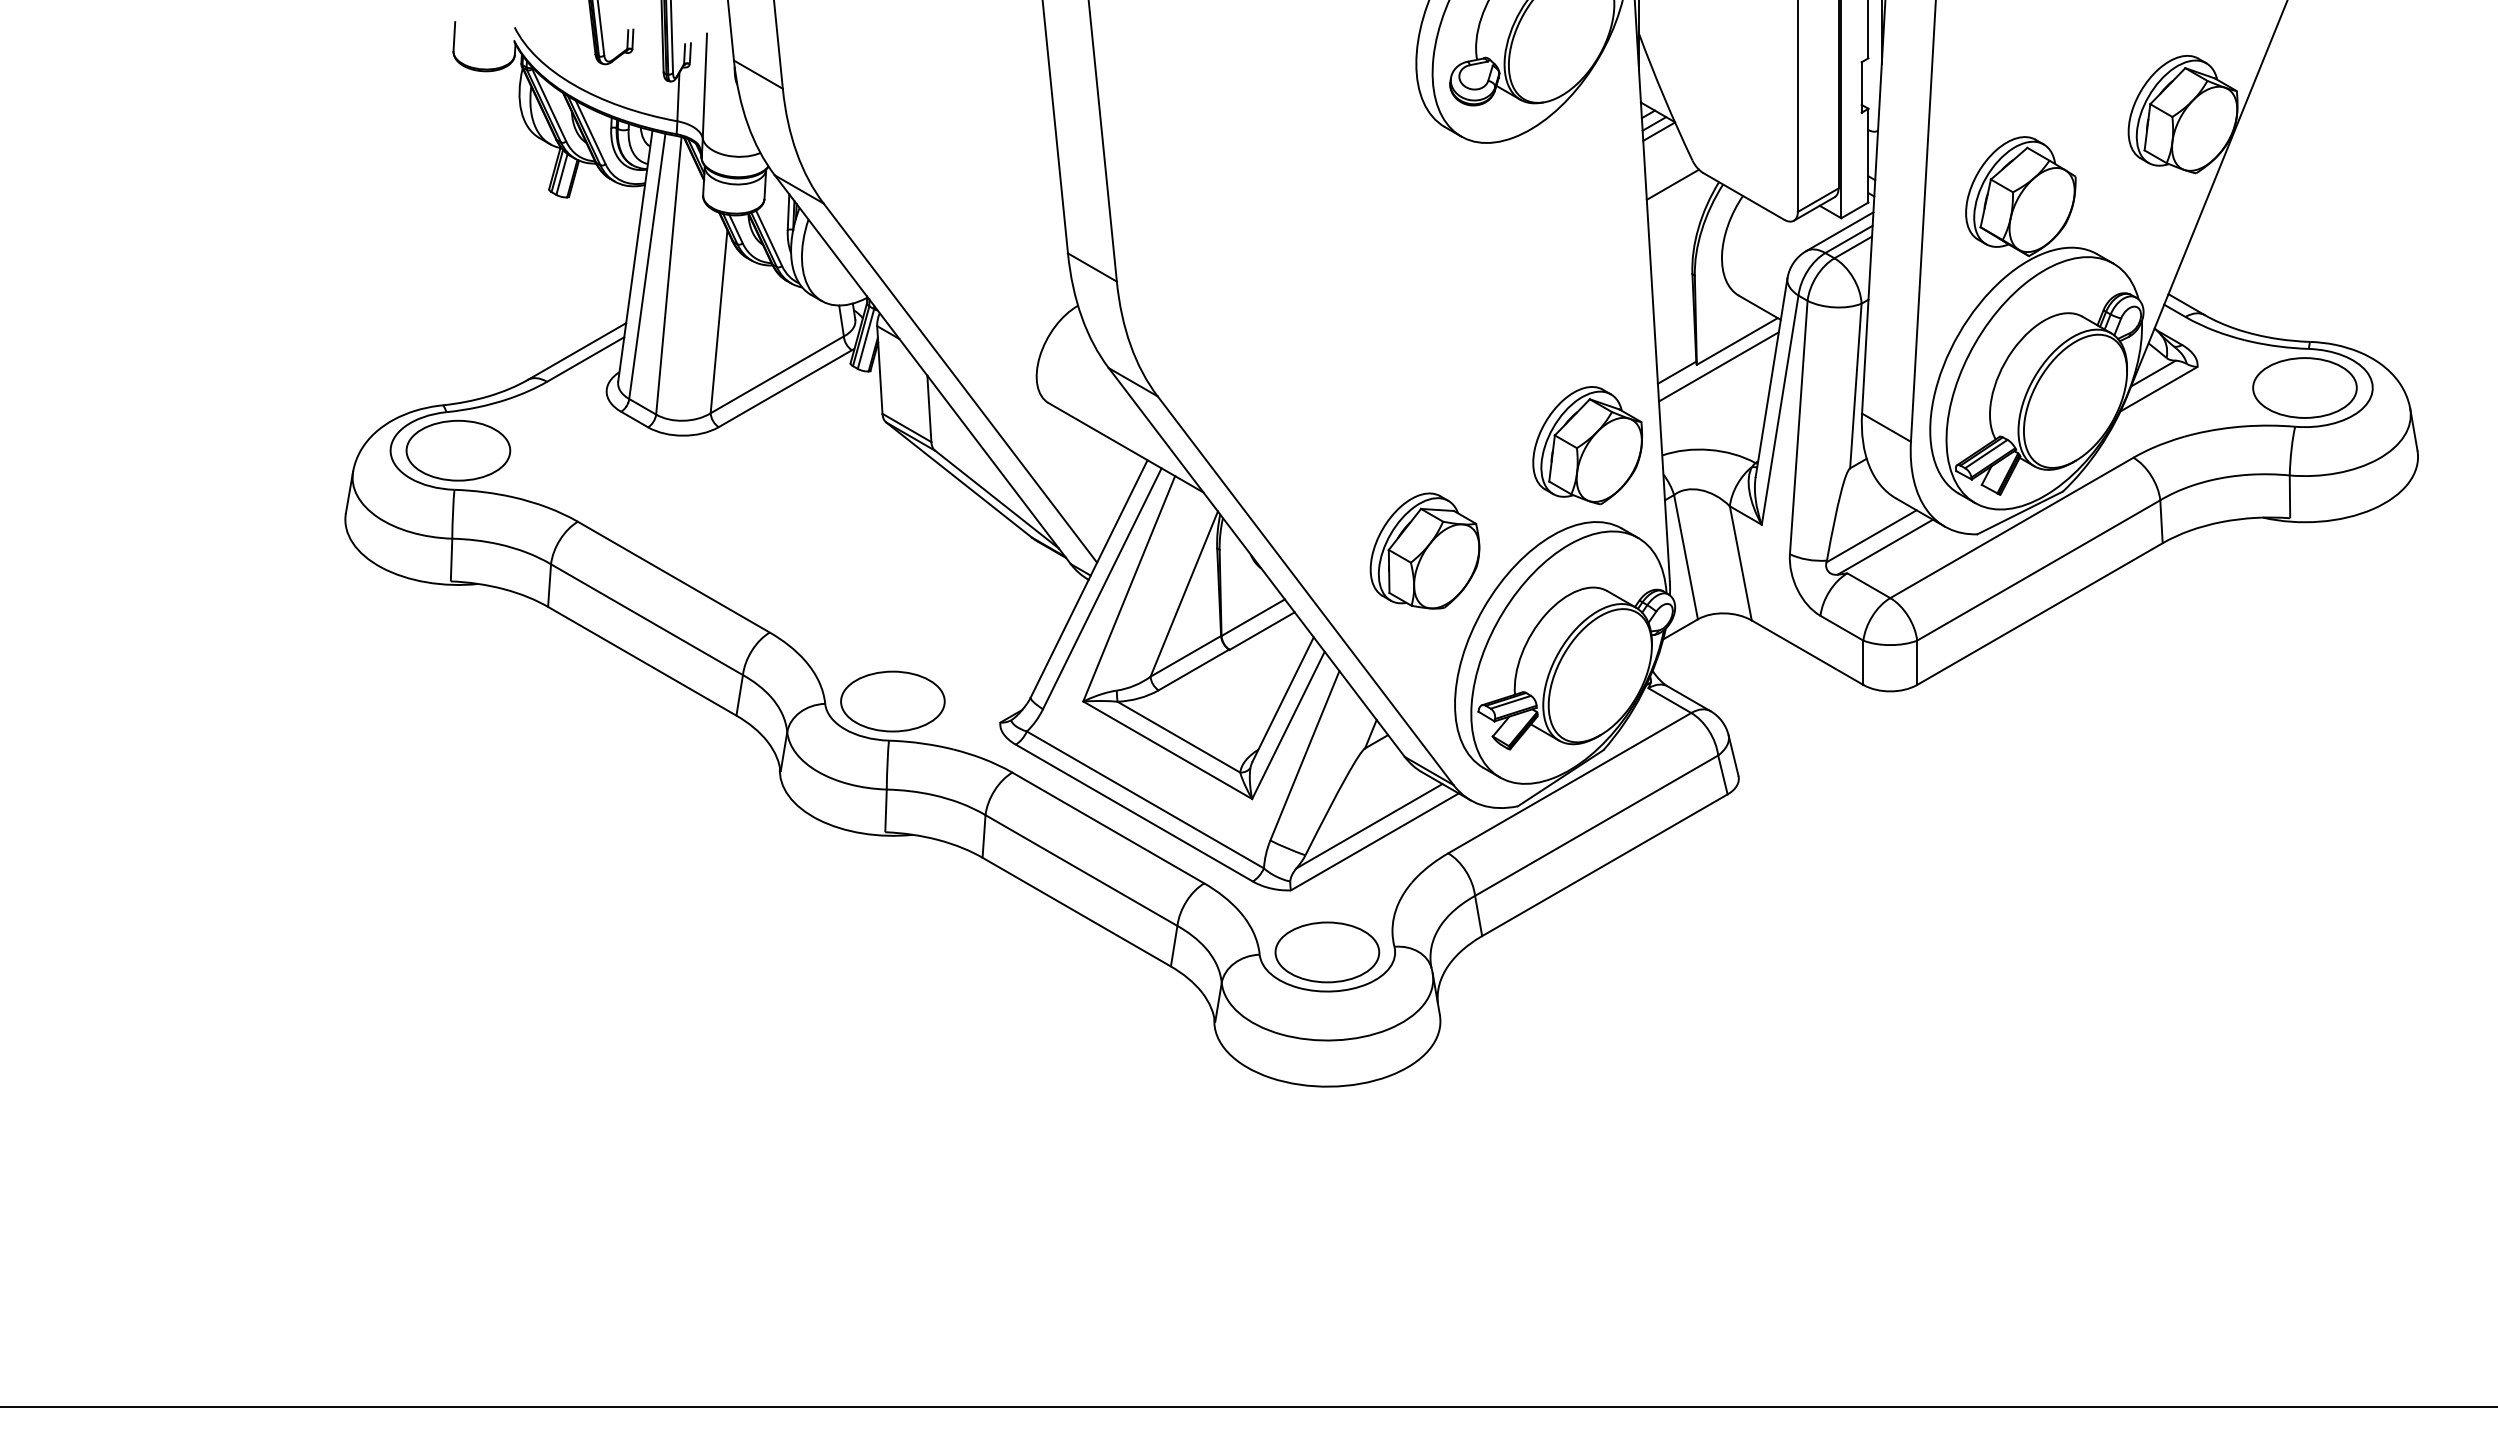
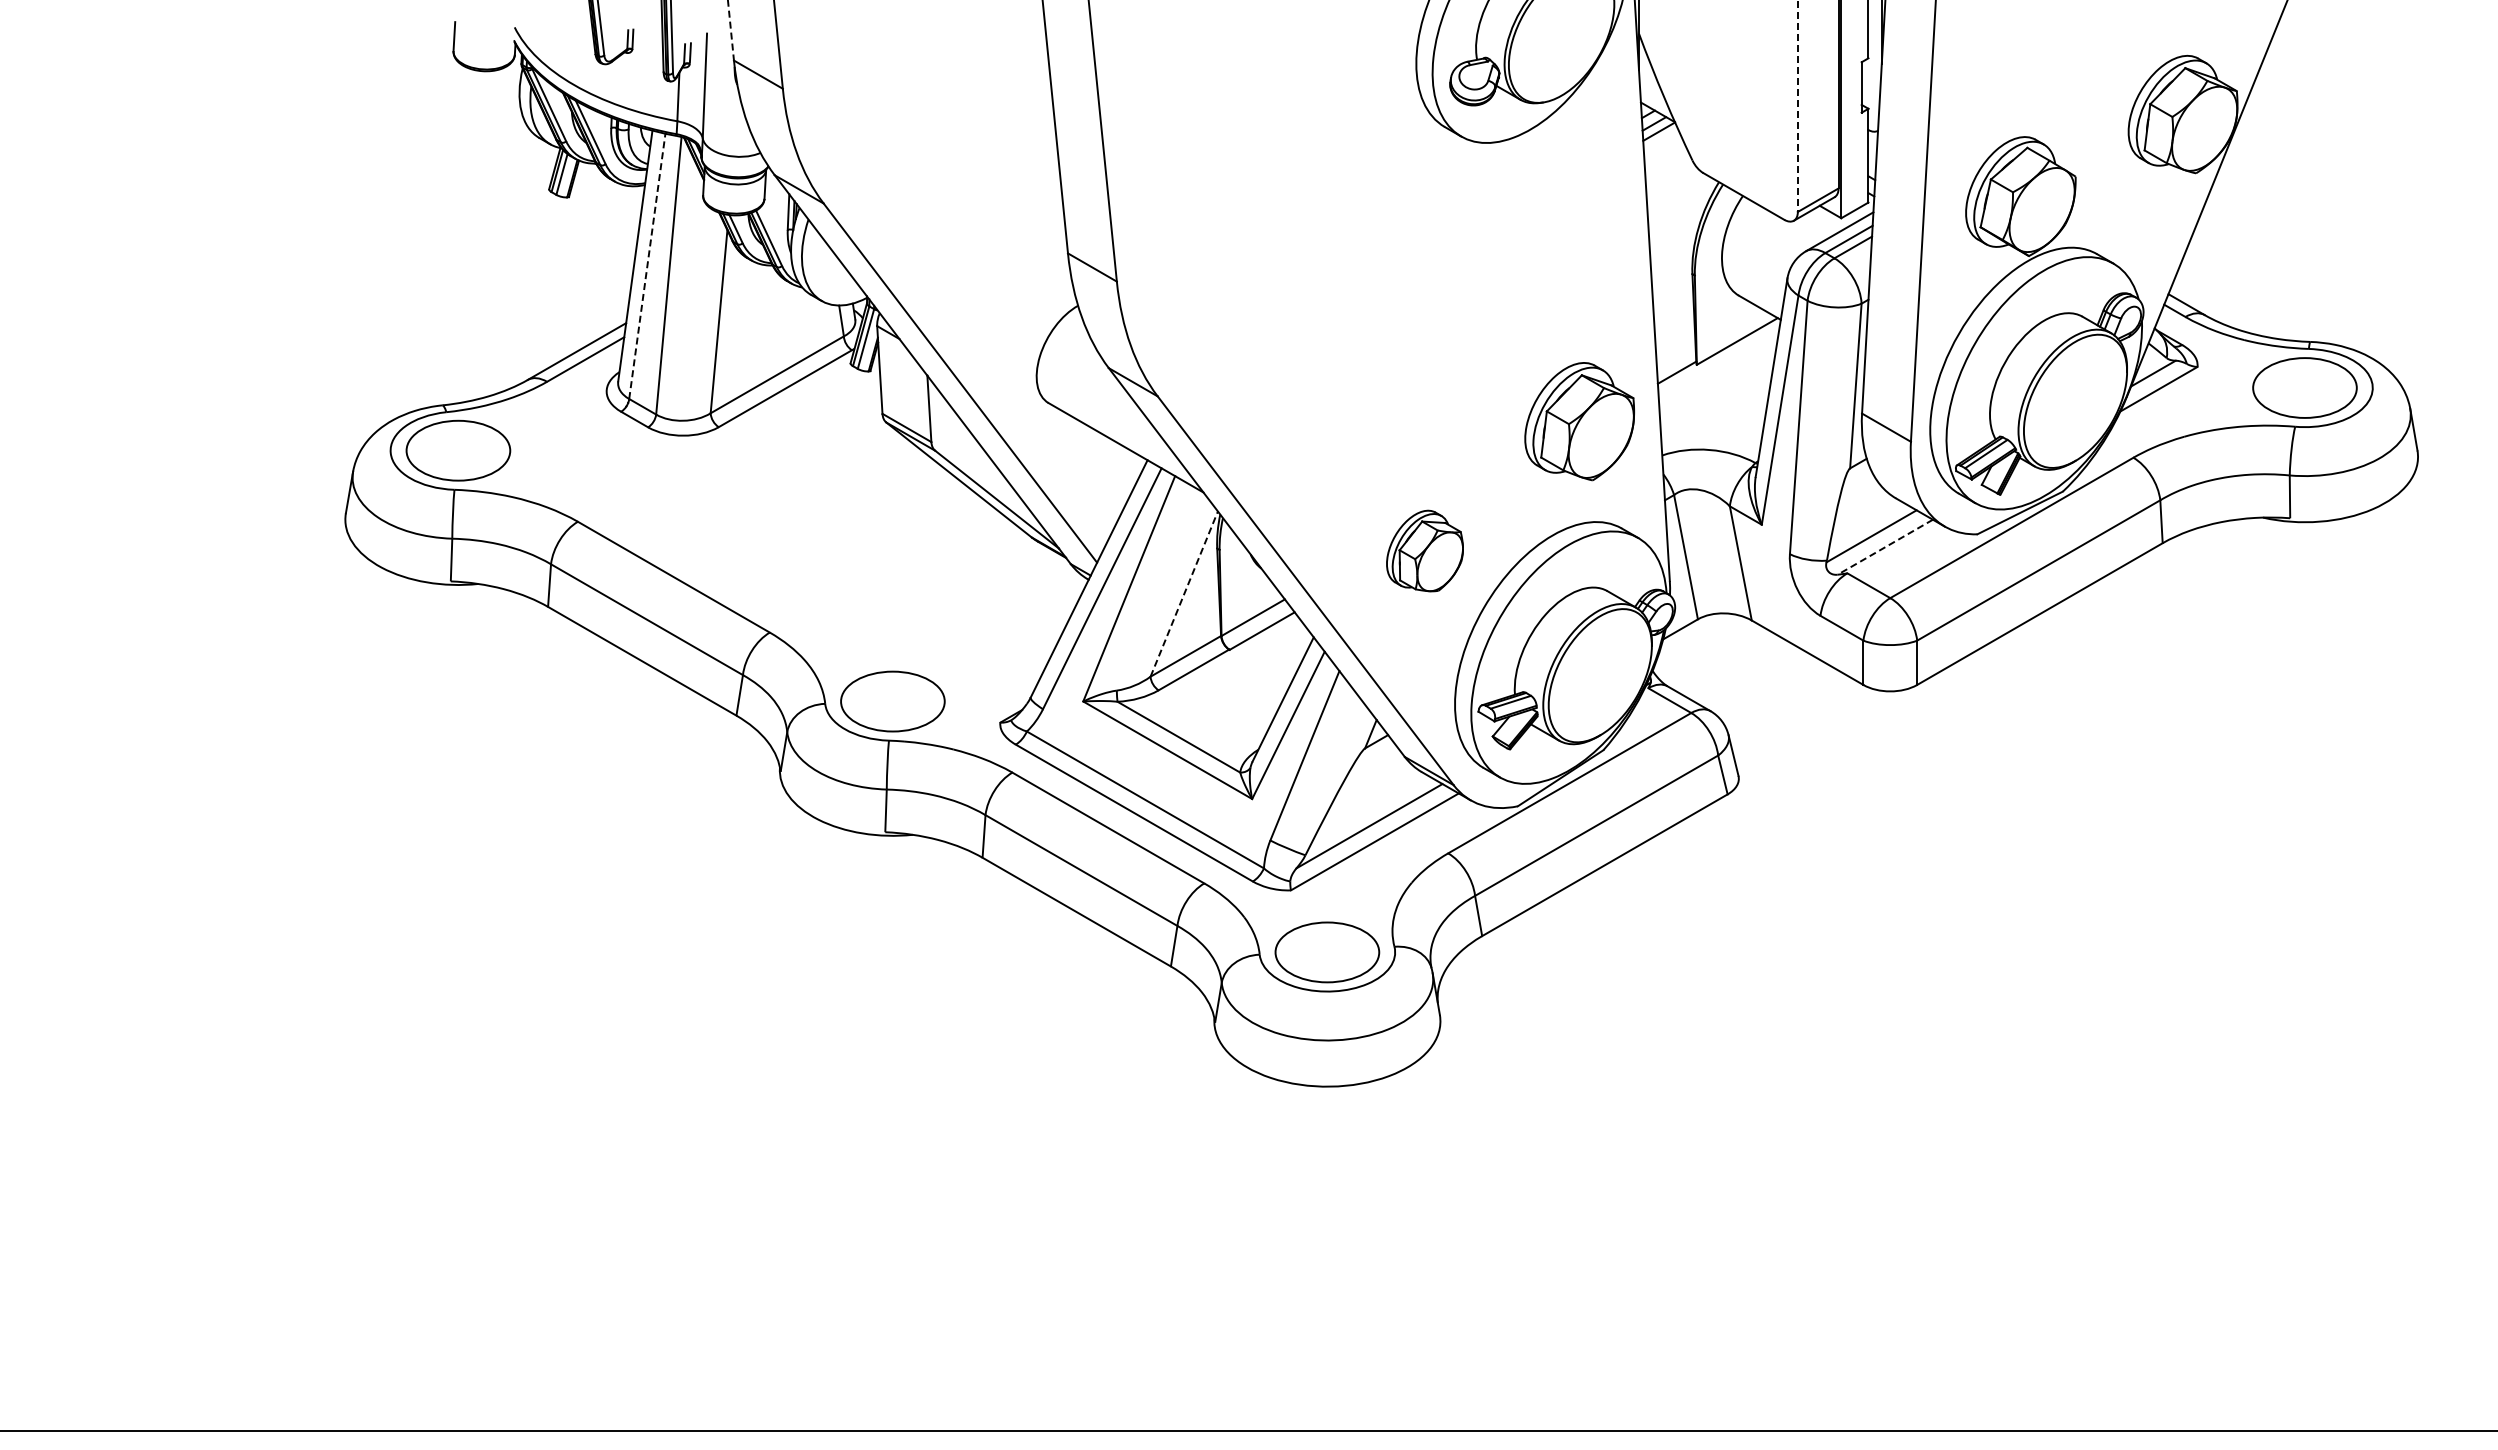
line at (730, 30): solid -> dashed
line at (1797, 106): solid -> dashed
line at (1672, 184): present -> none
line at (647, 266): solid -> dashed
line at (1718, 366): present -> none
part at (1587, 445) position: (1587, 445) -> (1579, 421)
line at (1885, 547): solid -> dashed
part at (1424, 550) size: 112x118 px -> 78x84 px
line at (1184, 593): solid -> dashed
line at (1248, 1406) position: (1248, 1406) -> (1248, 1430)
